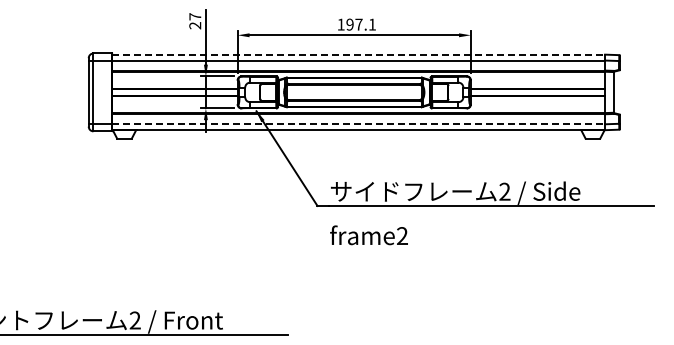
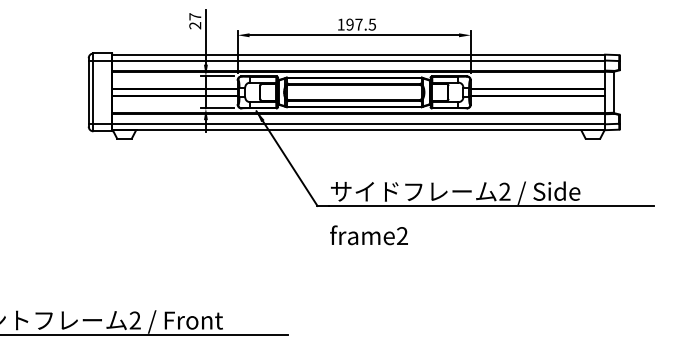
text at (371, 24): 197.1 -> 197.5
line at (359, 55): dashed -> solid
line at (359, 124): dashed -> solid
